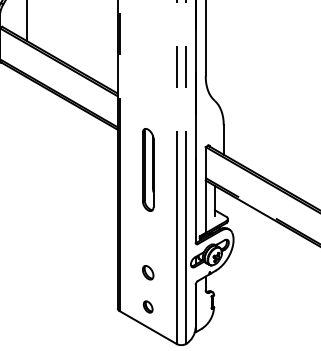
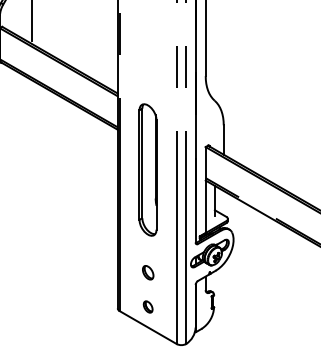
line at (27, 21) position: (27, 21) -> (32, 21)
part at (148, 169) size: 13x84 px -> 20x134 px
